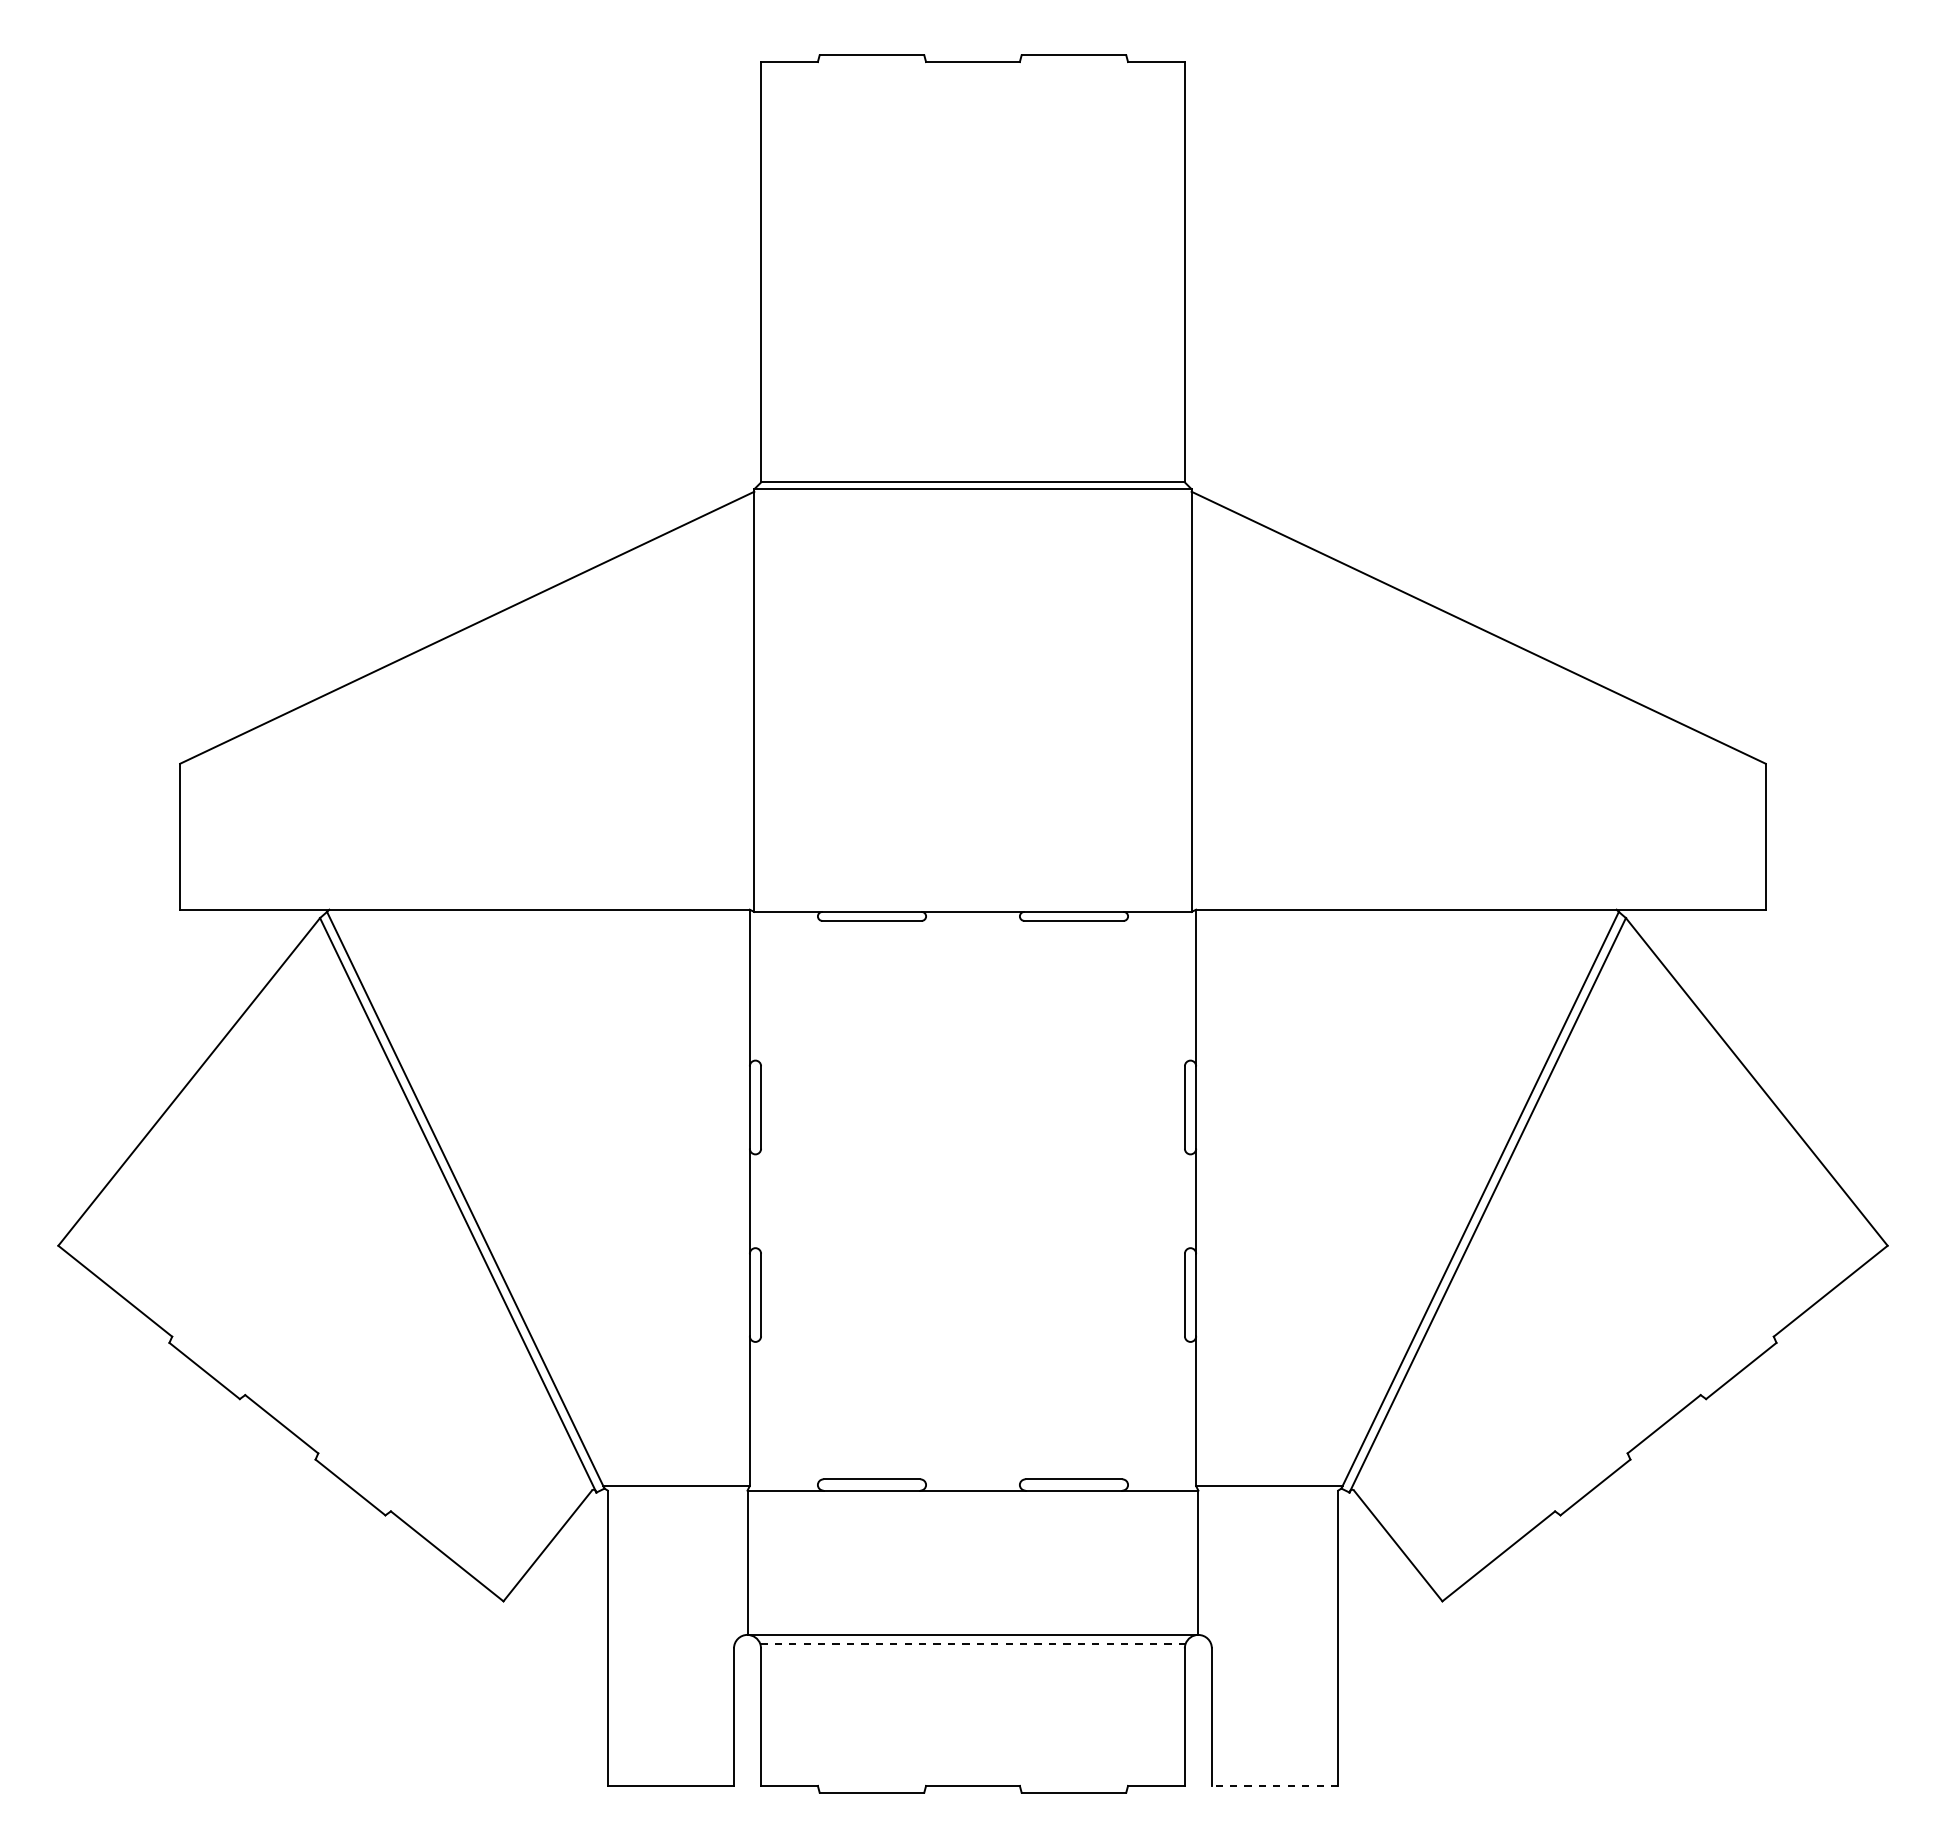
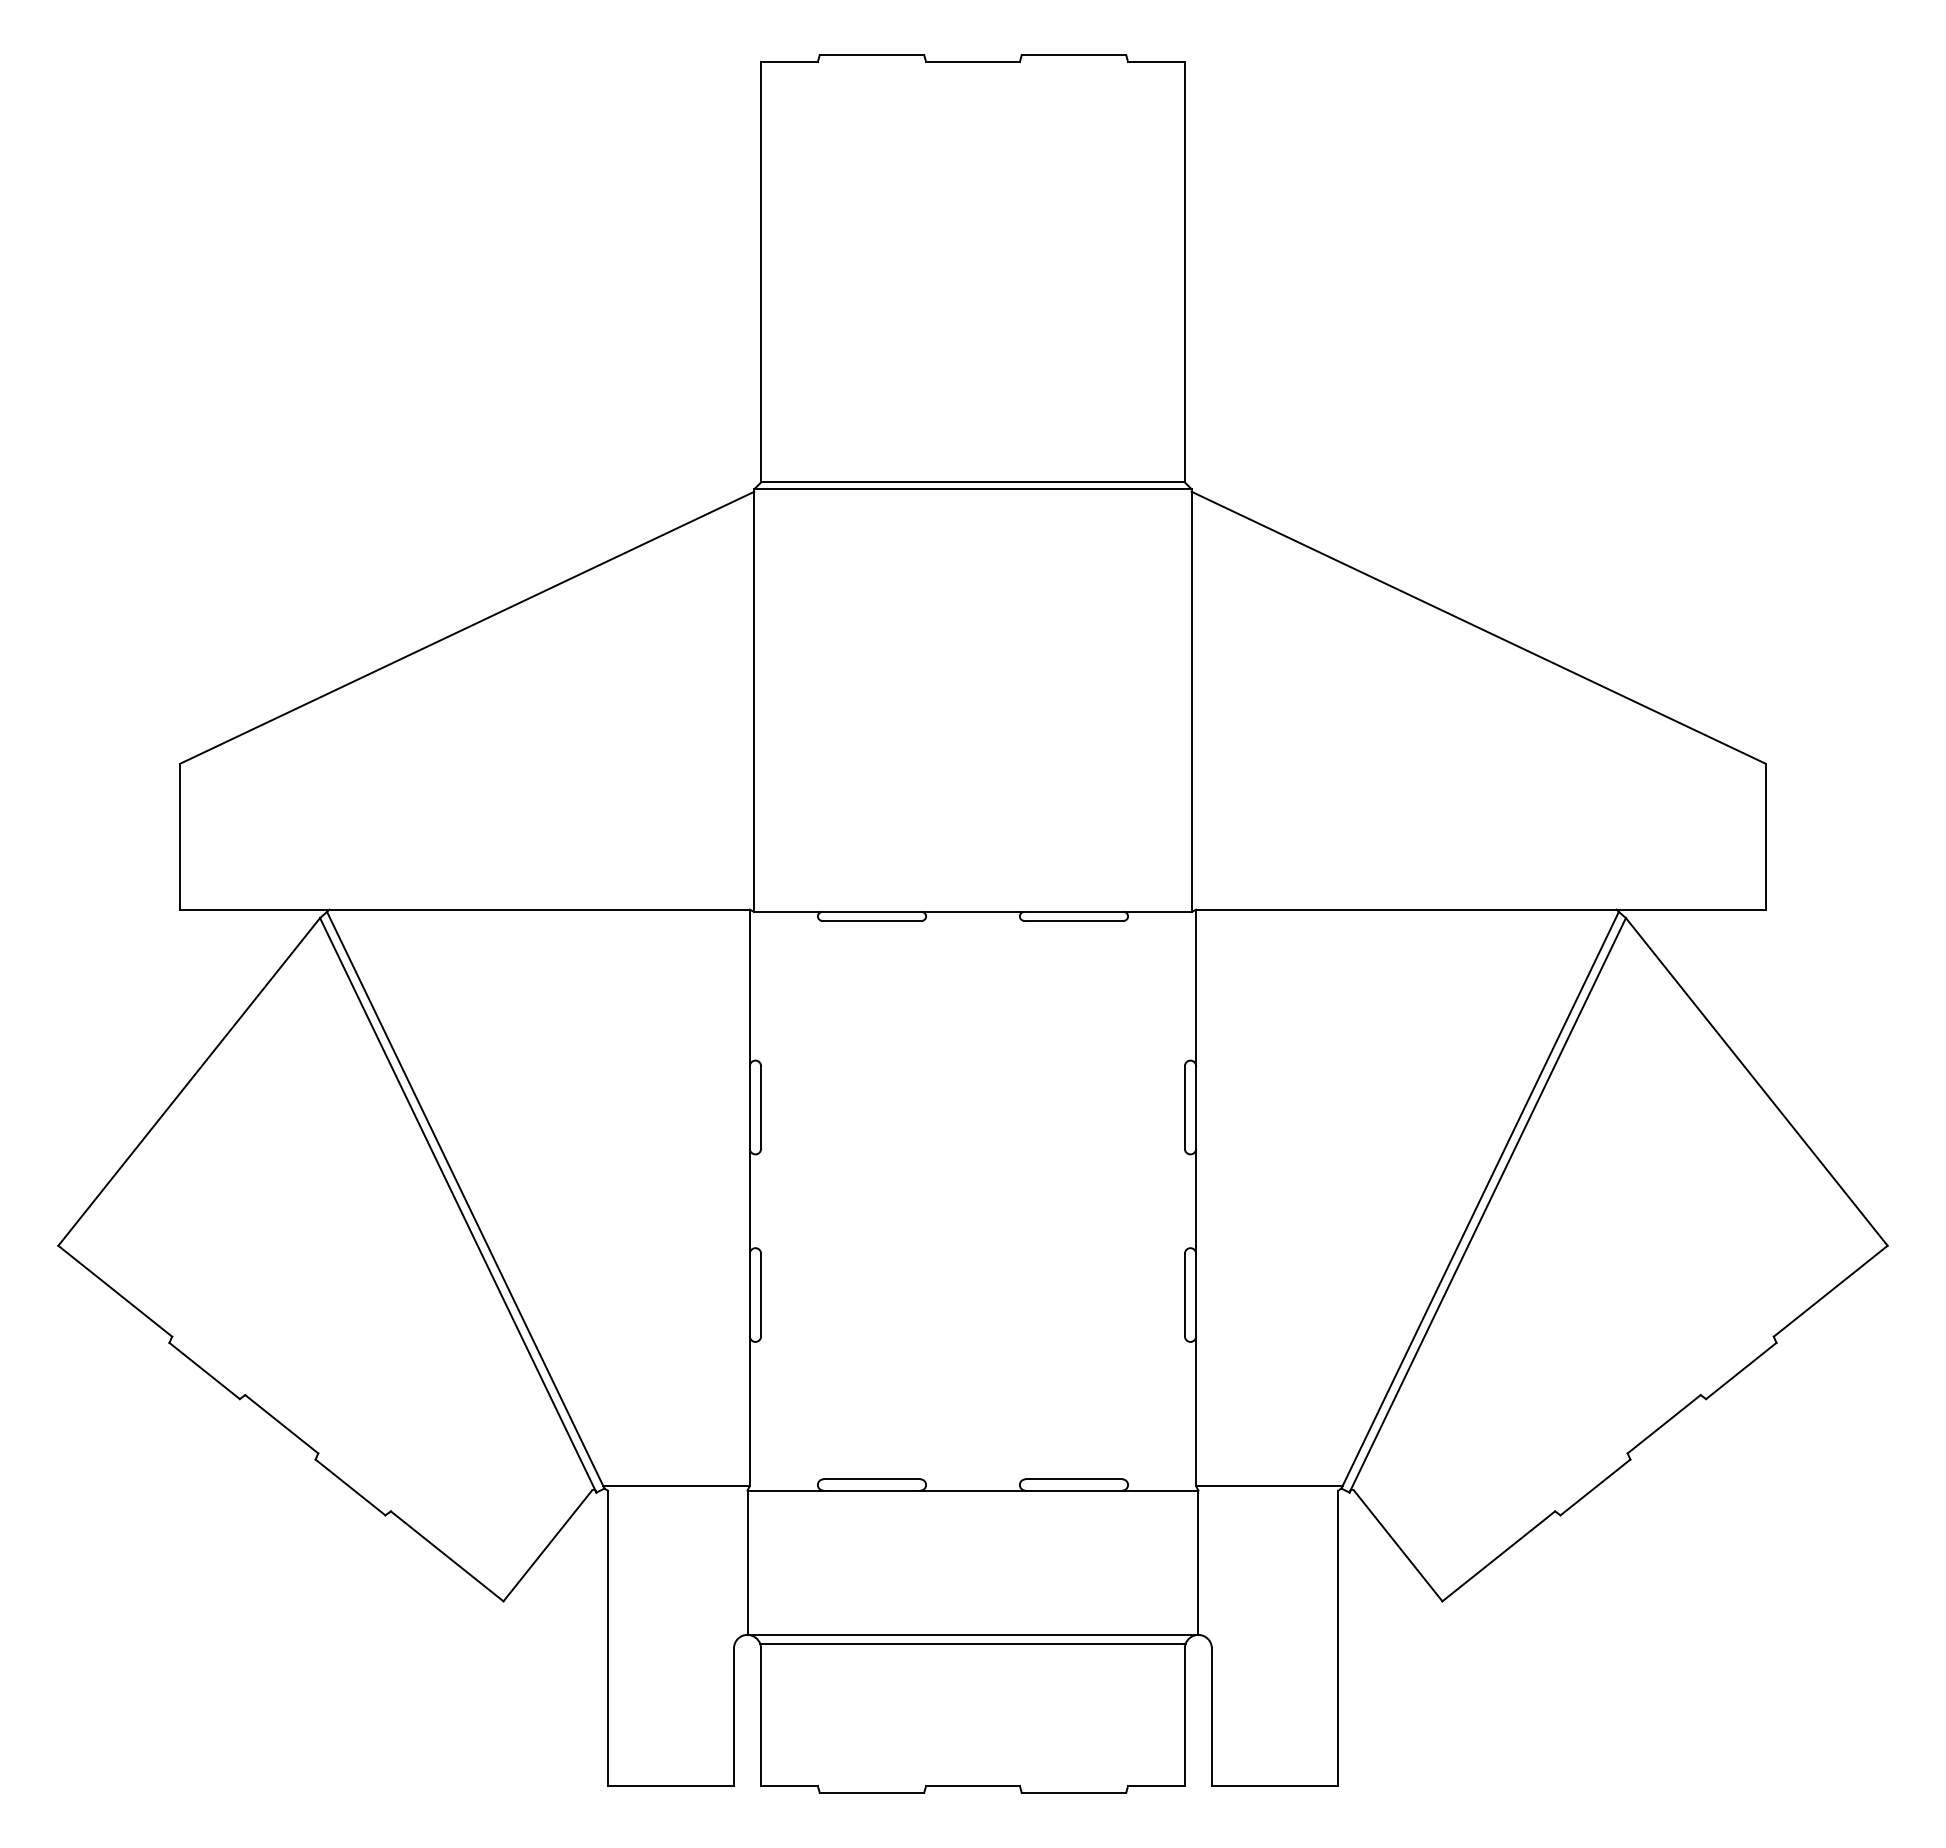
line at (972, 1643): dashed -> solid
line at (1274, 1785): dashed -> solid
